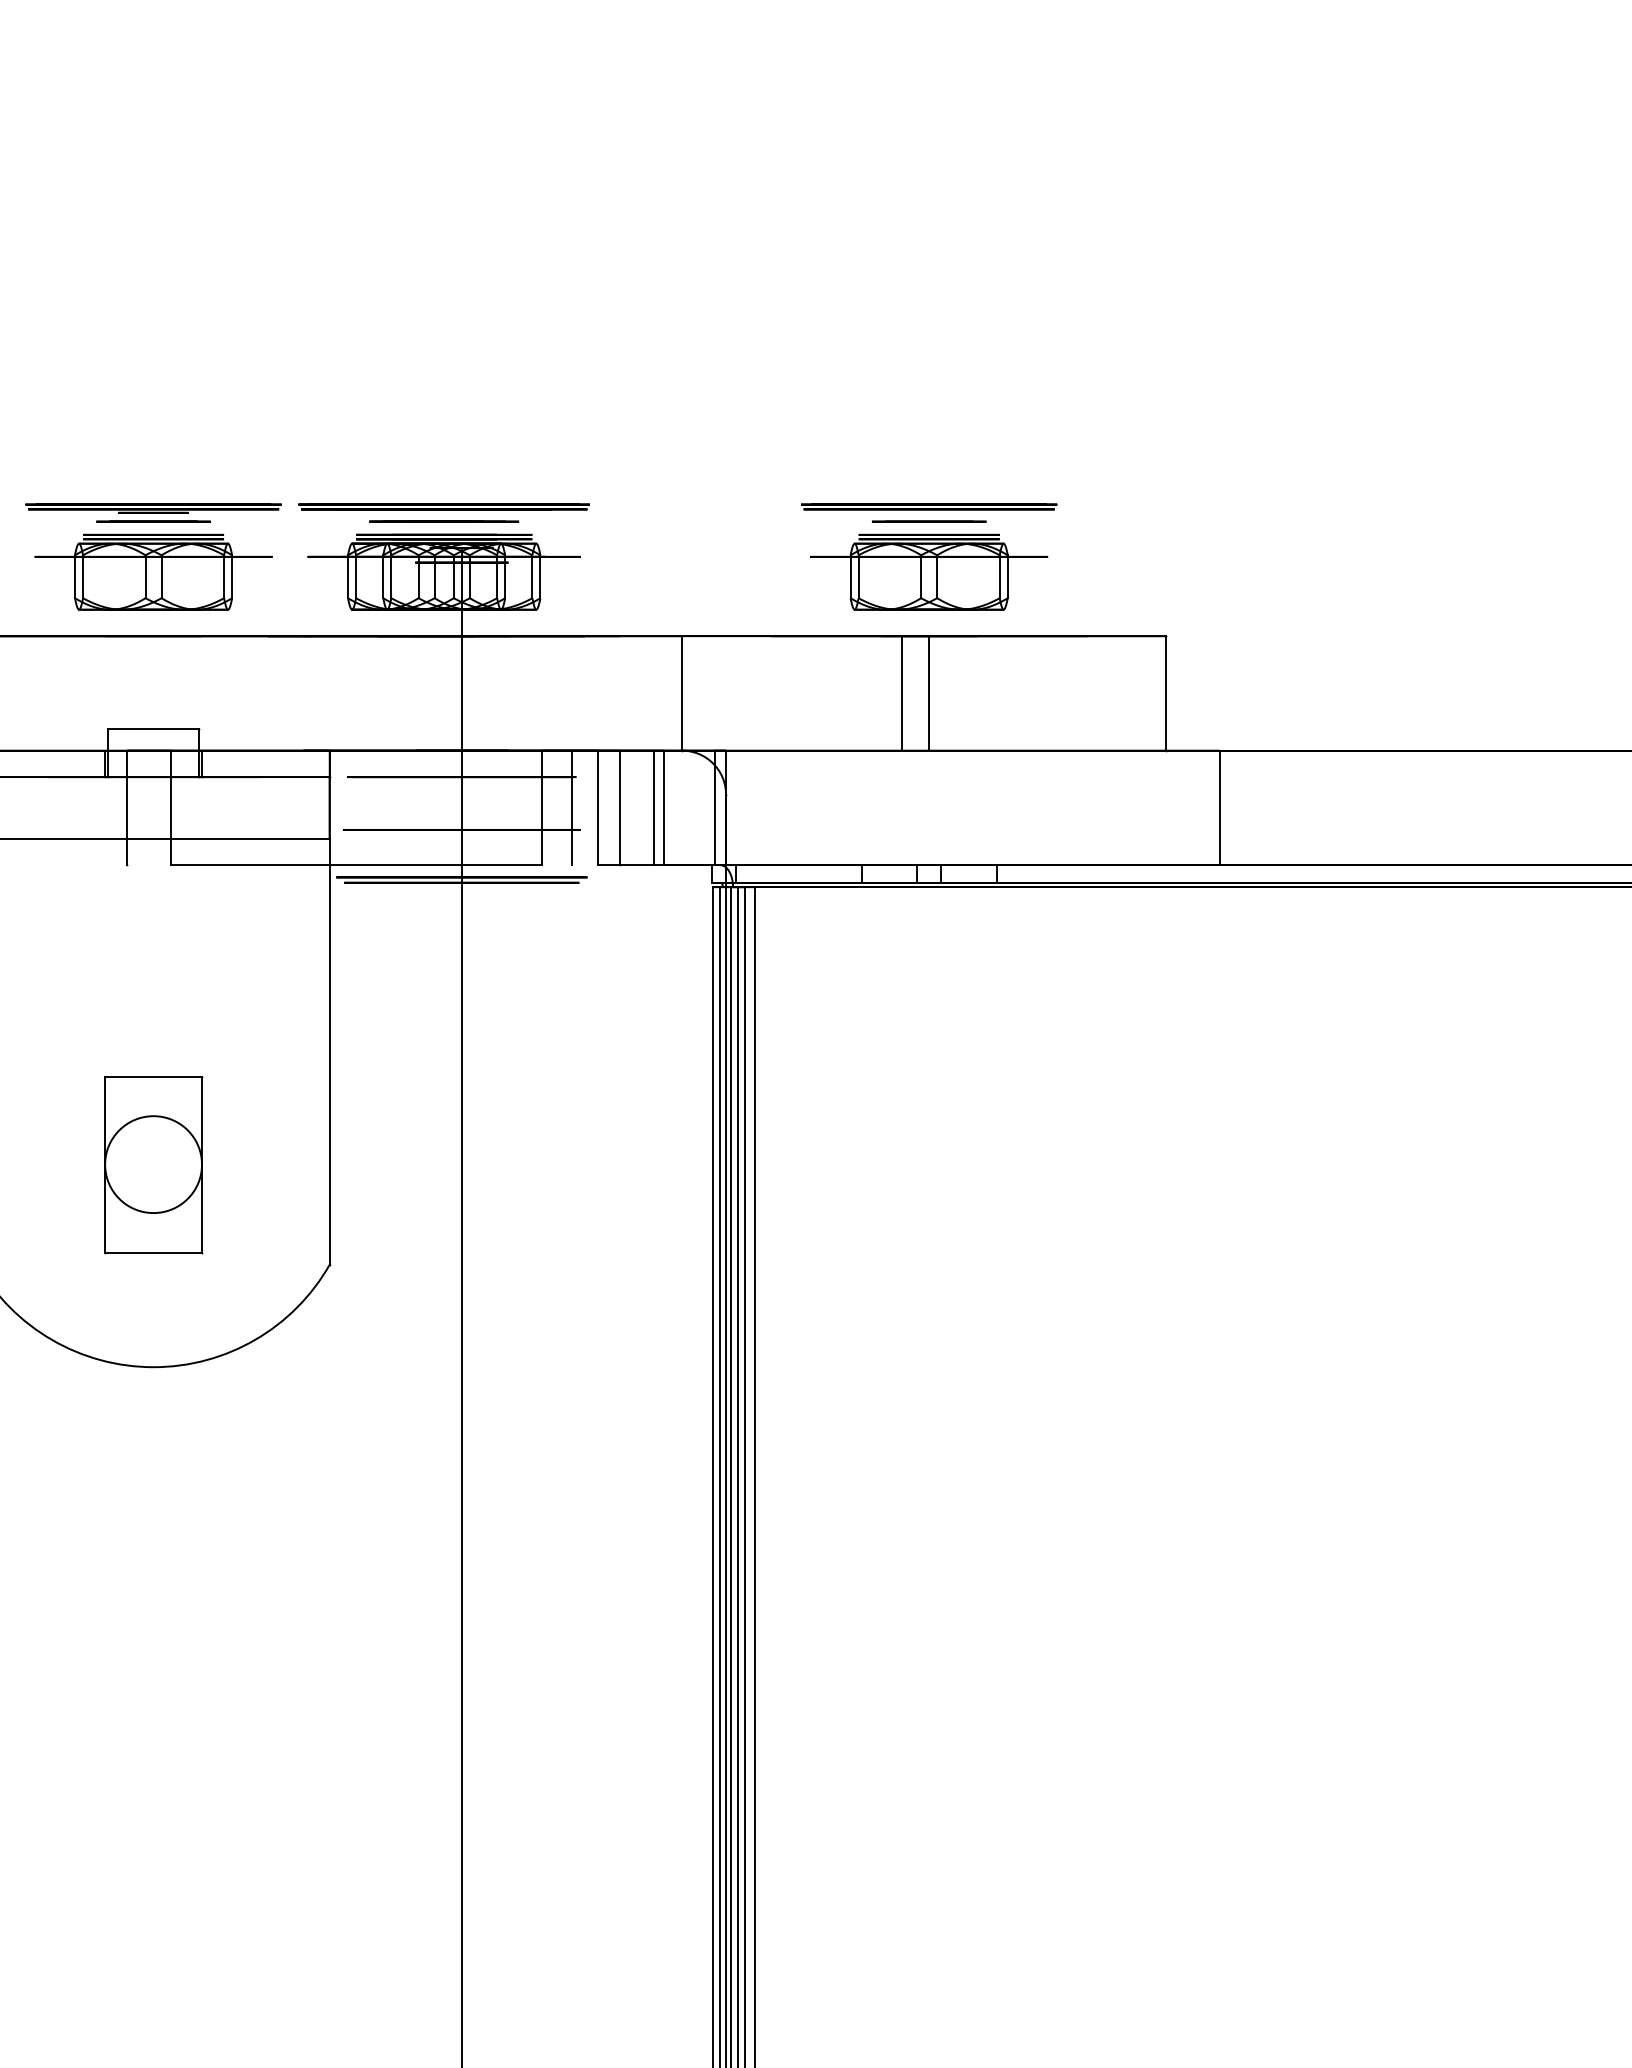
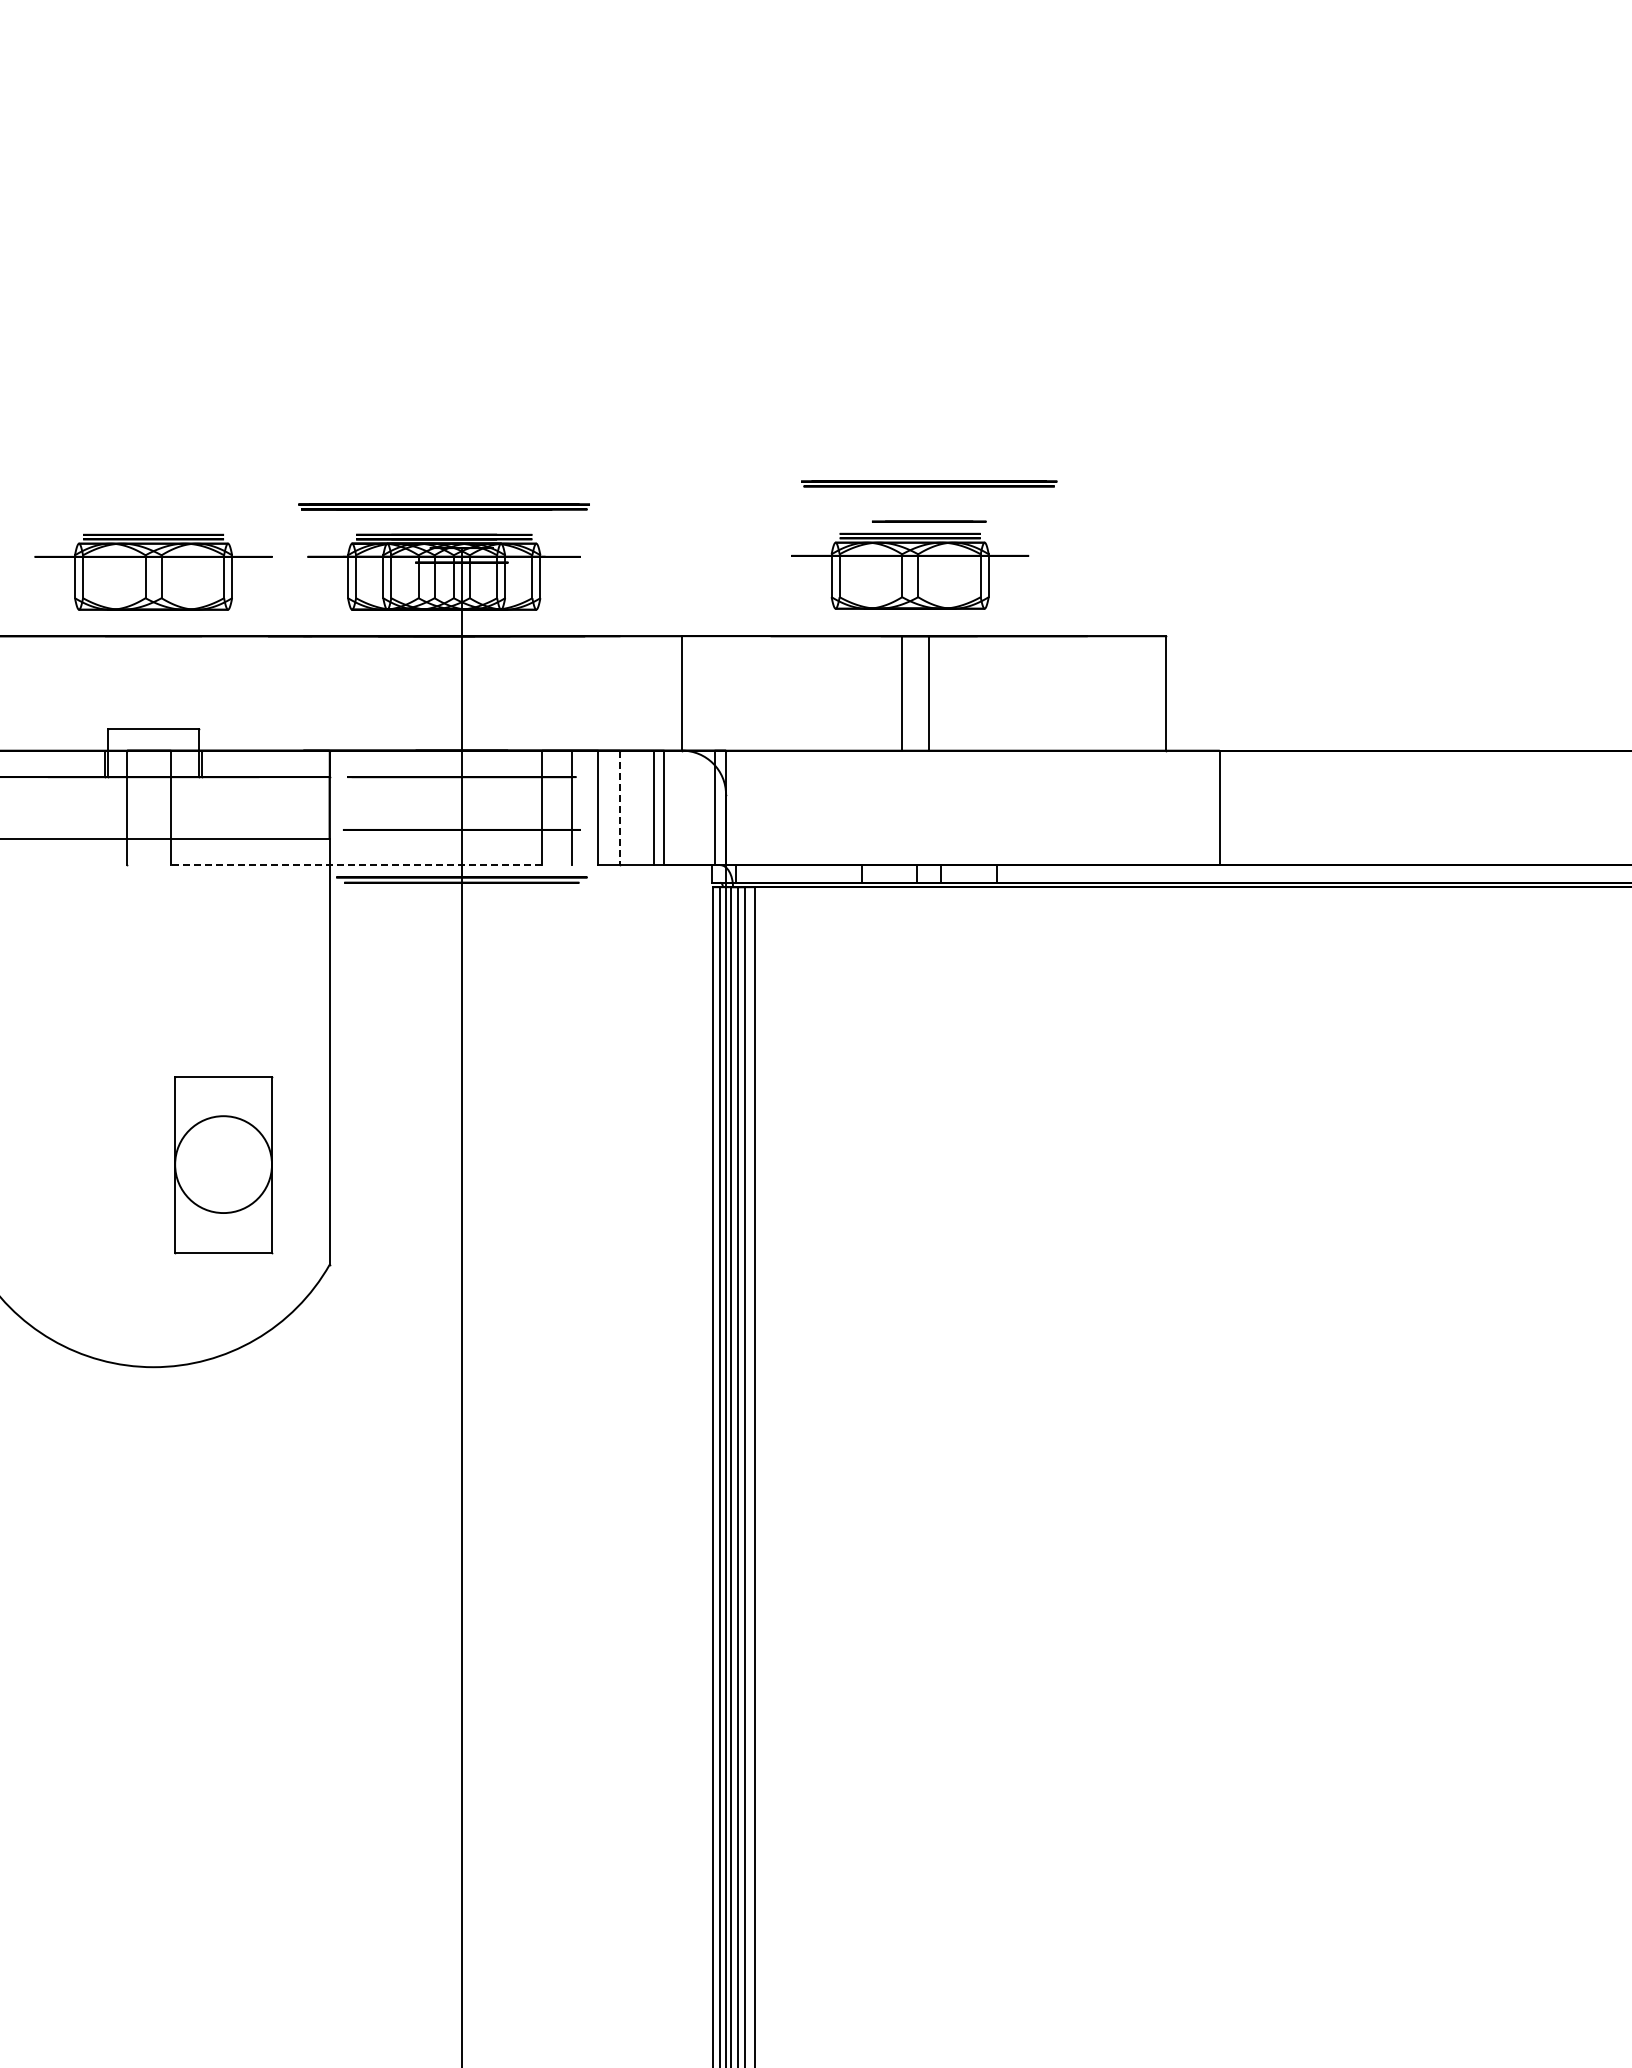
part at (929, 506) position: (929, 506) -> (929, 483)
part at (153, 512): present -> none
line at (444, 521): present -> none
part at (929, 571) position: (929, 571) -> (910, 570)
line at (620, 808): solid -> dashed
line at (356, 865): solid -> dashed
part at (153, 1165) position: (153, 1165) -> (223, 1165)
